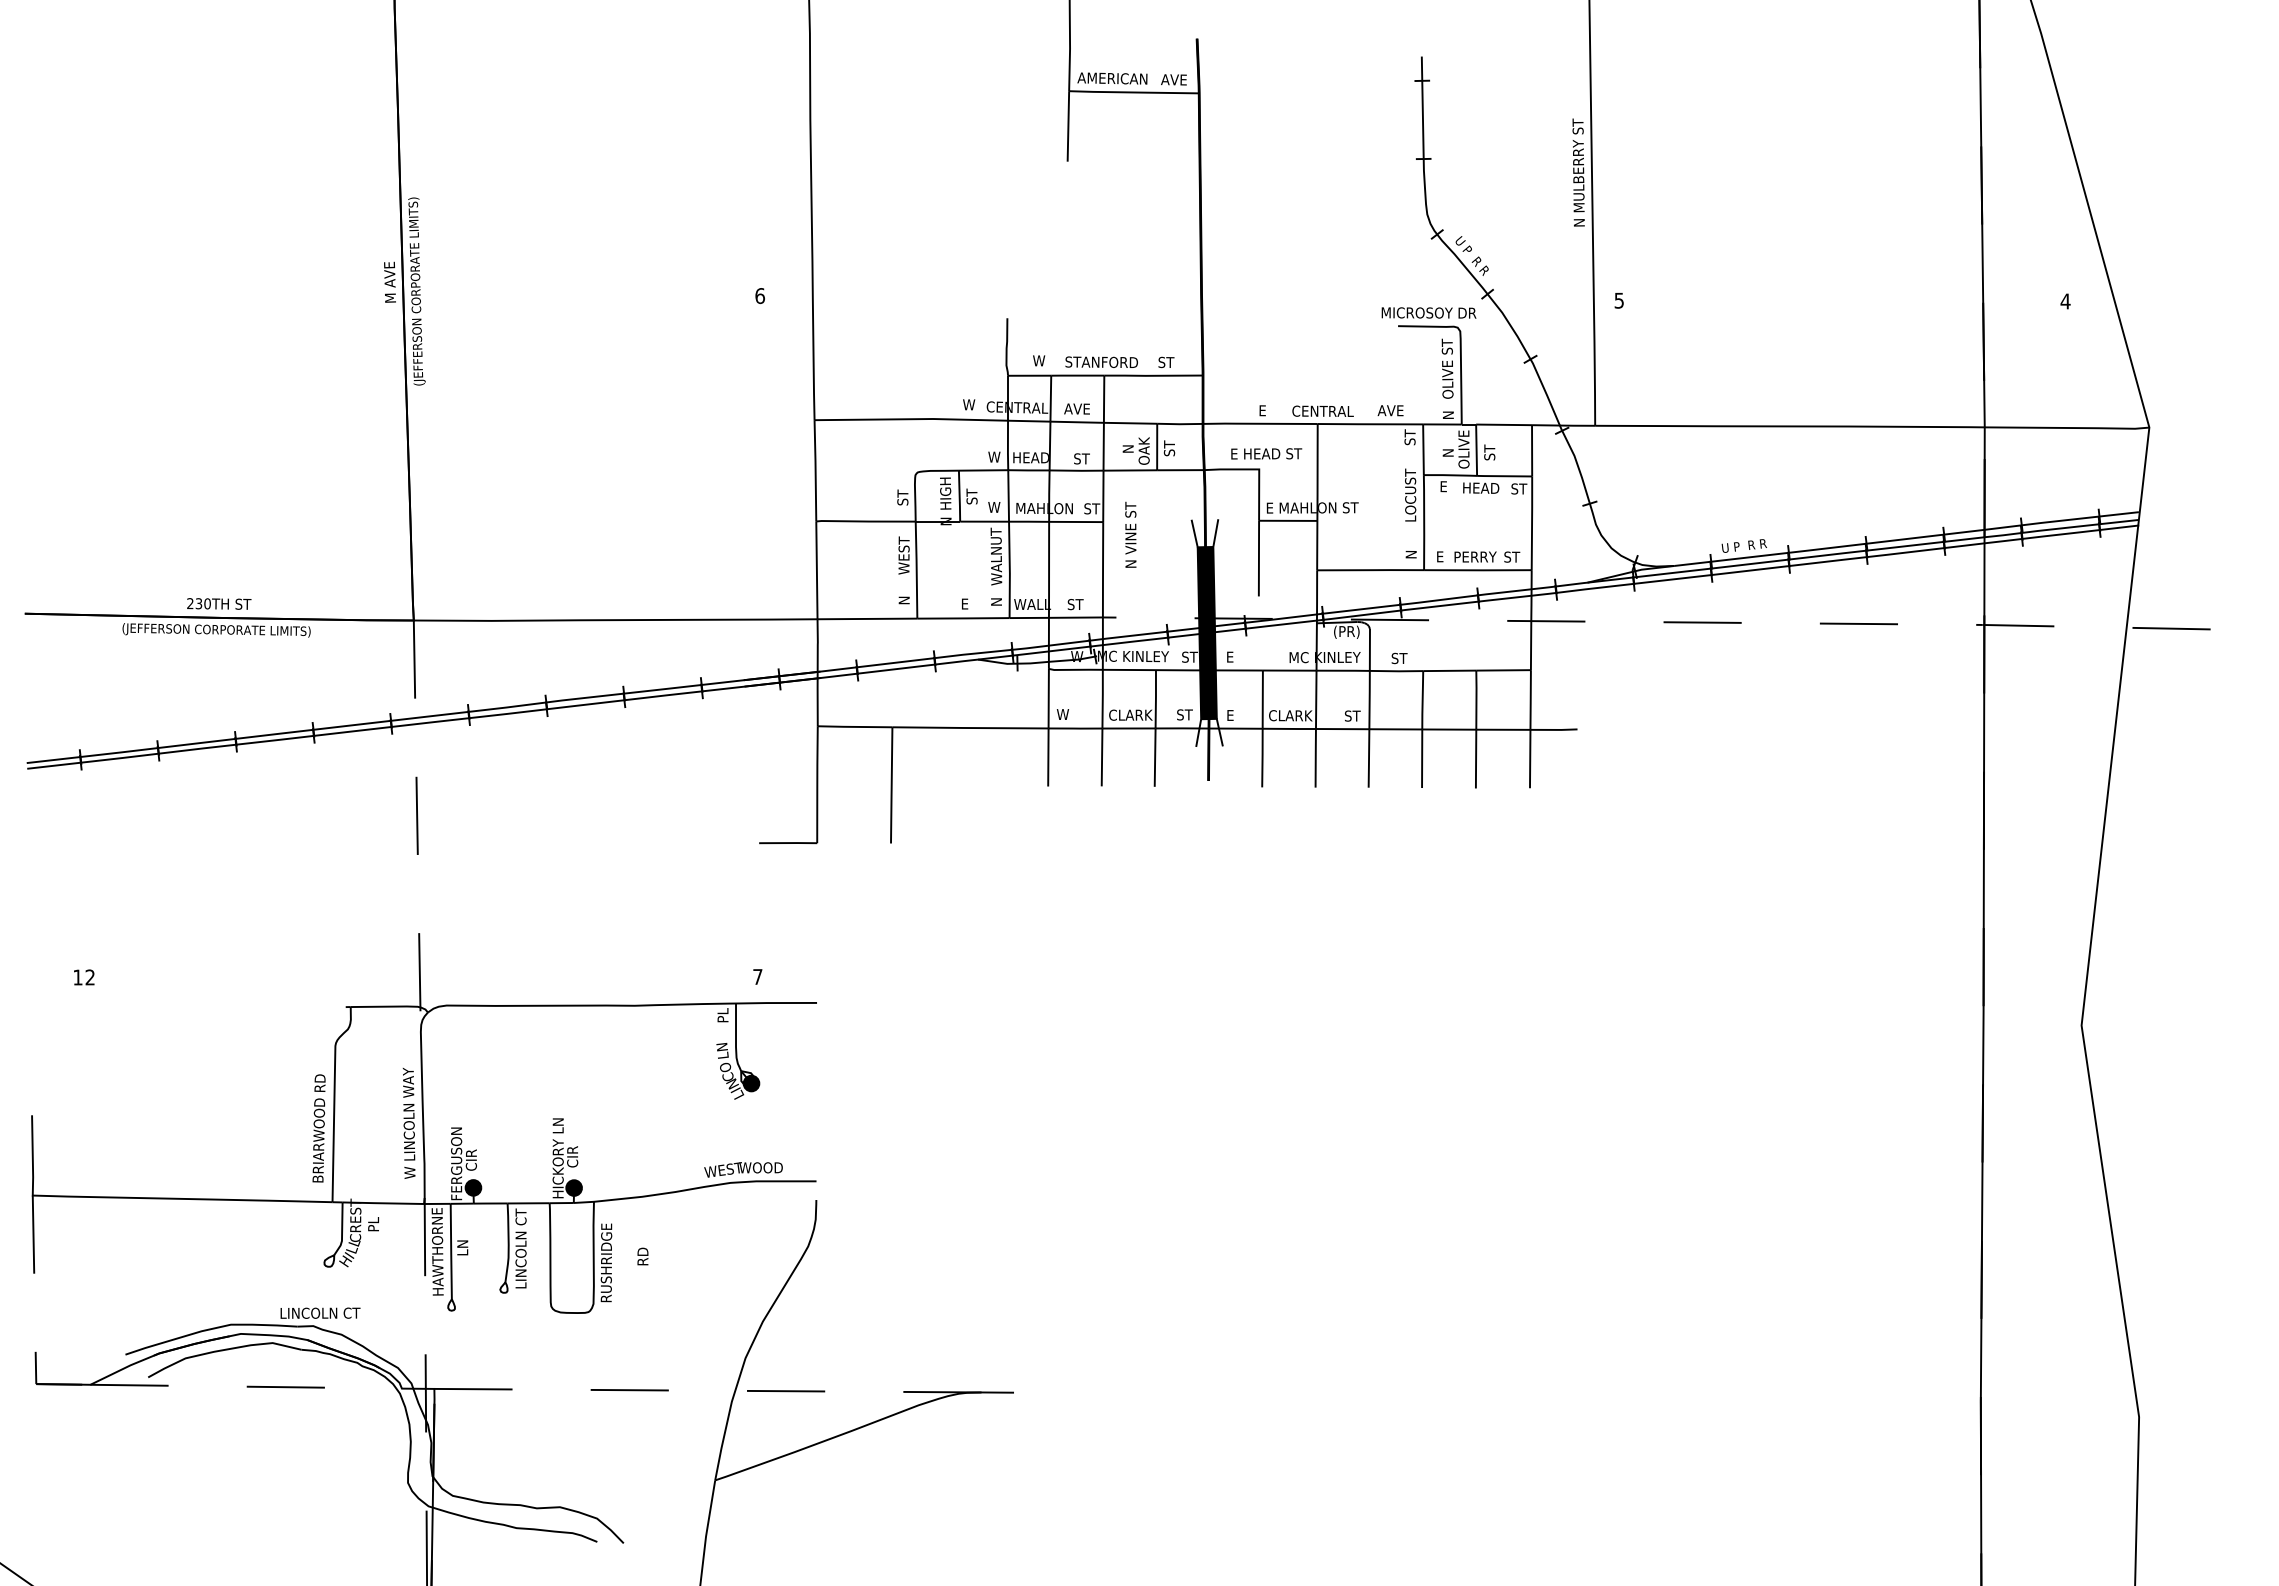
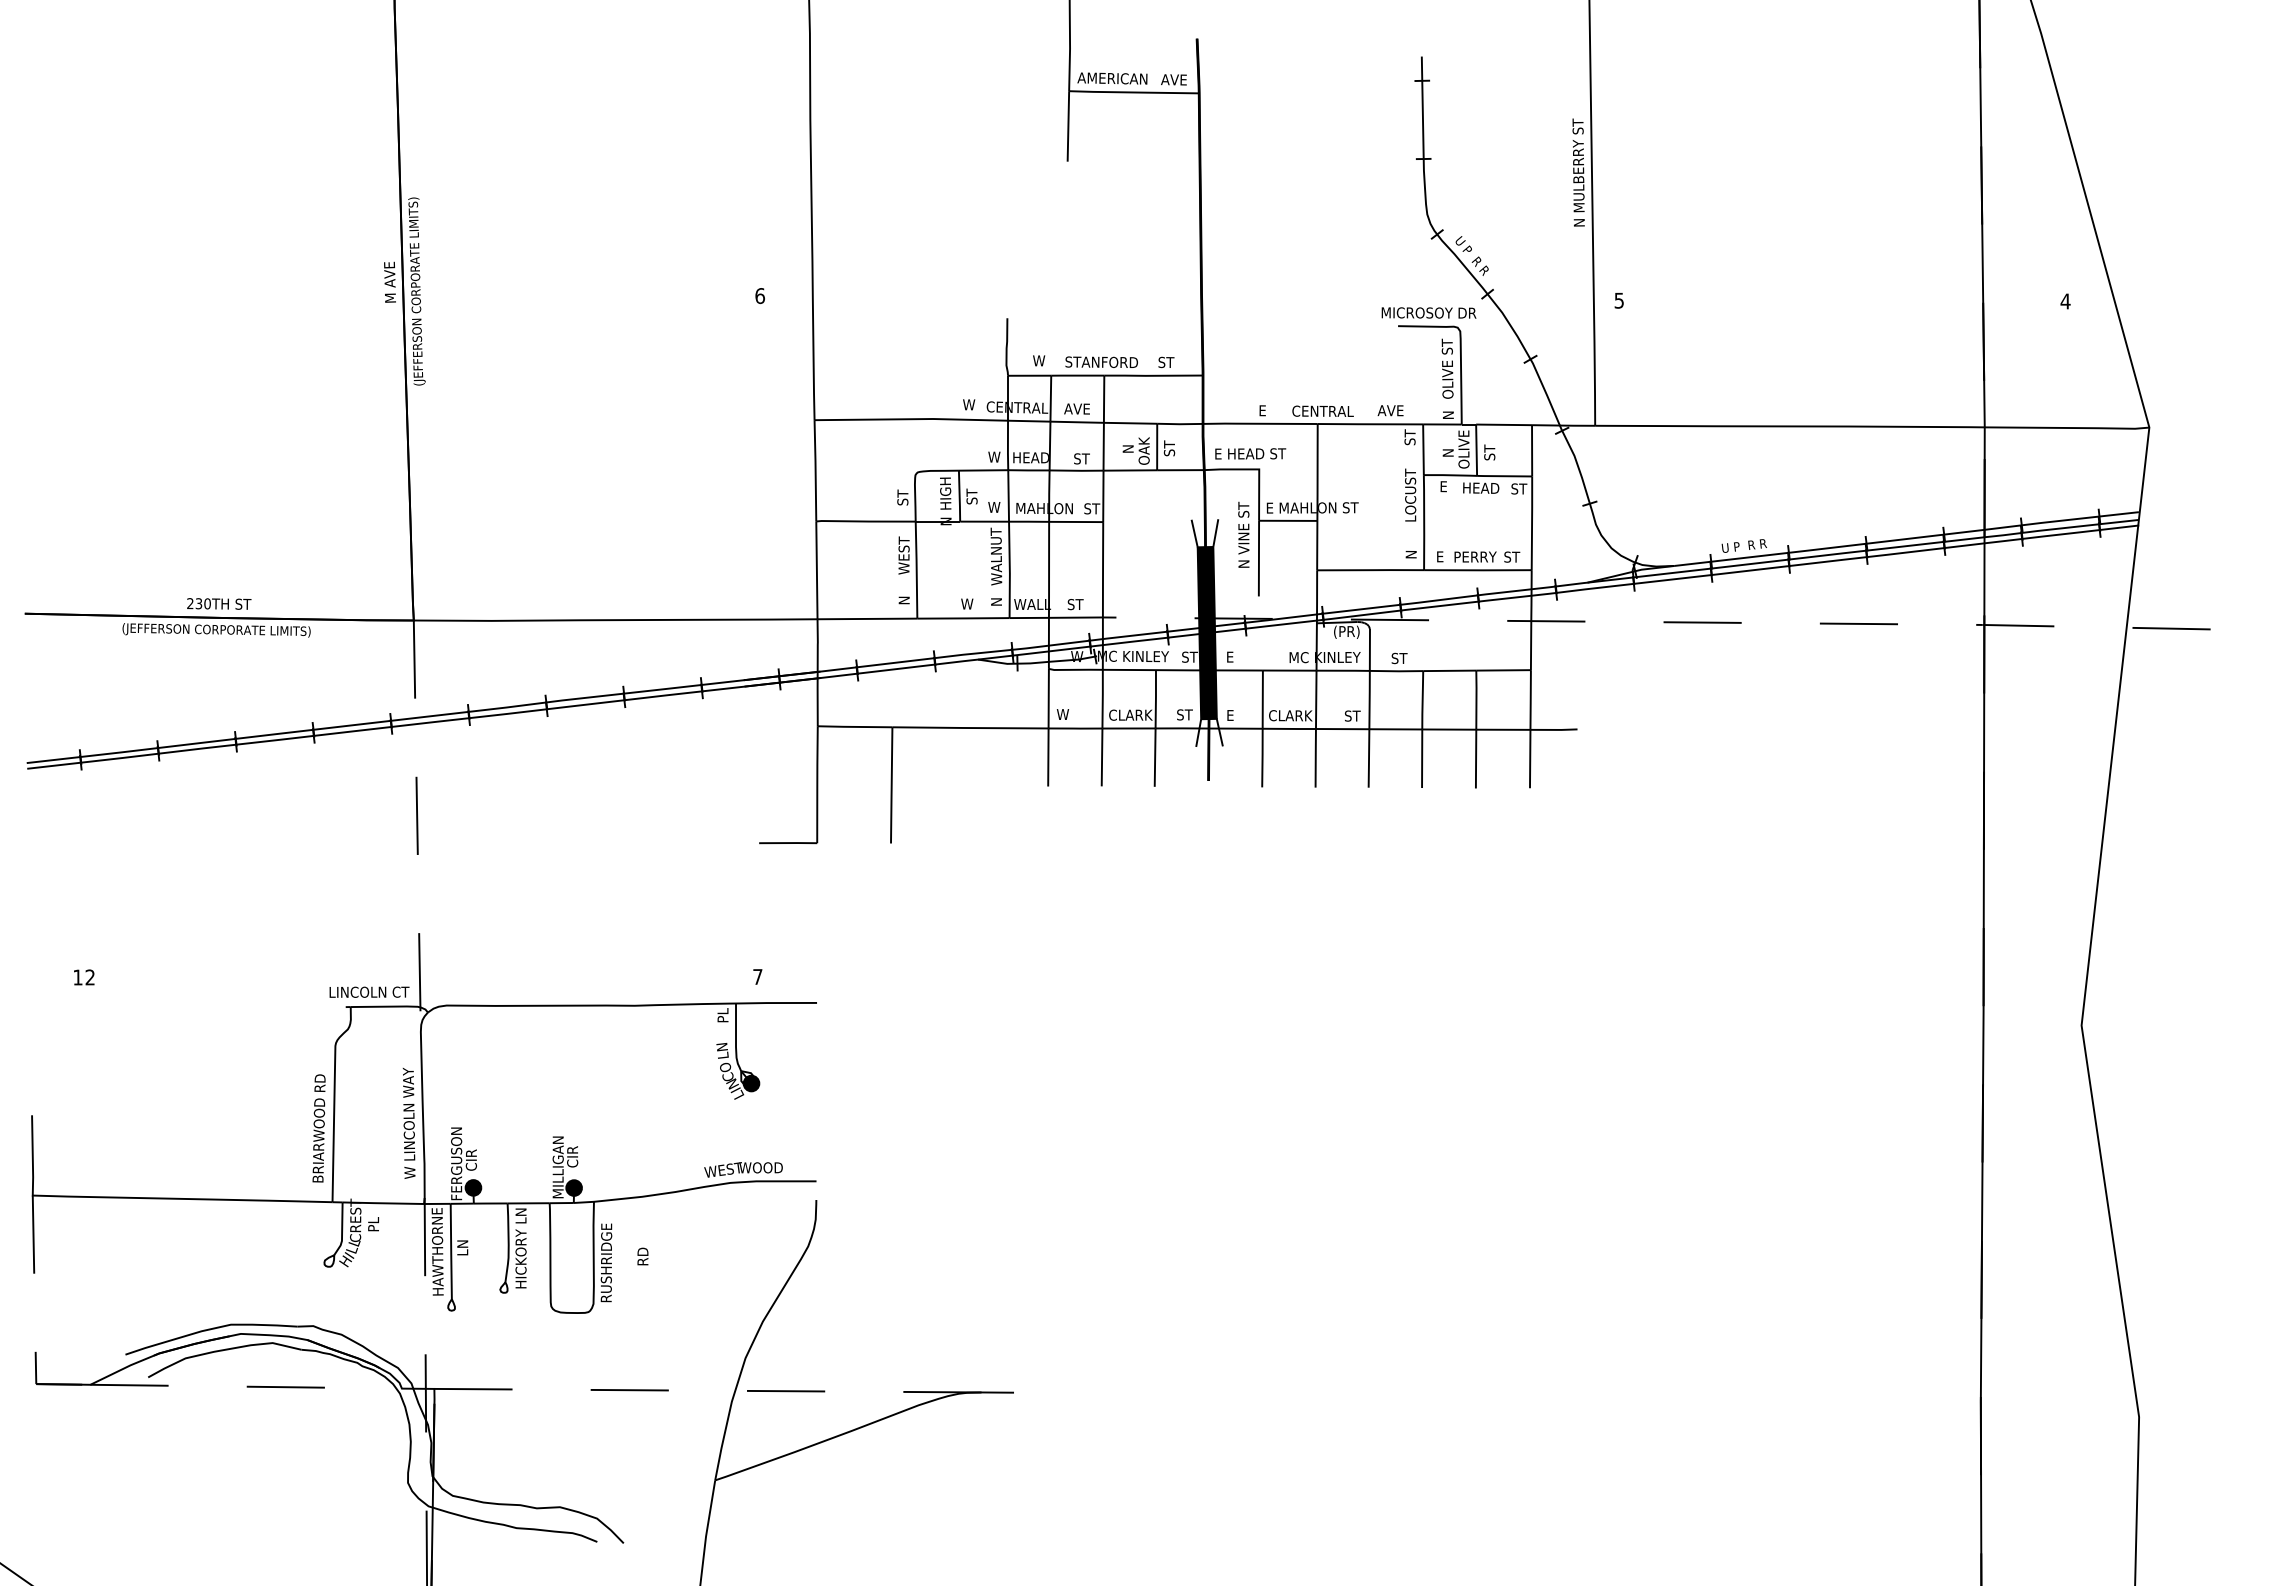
text at (1266, 453) position: (1266, 453) -> (1250, 453)
text at (1130, 534) position: (1130, 534) -> (1243, 534)
text at (967, 603): E -> W
text at (557, 1157): HICKORY LN -> MILLIGAN
text at (520, 1247): LINCOLN CT -> HICKORY LN
text at (320, 1312) position: (320, 1312) -> (369, 991)
